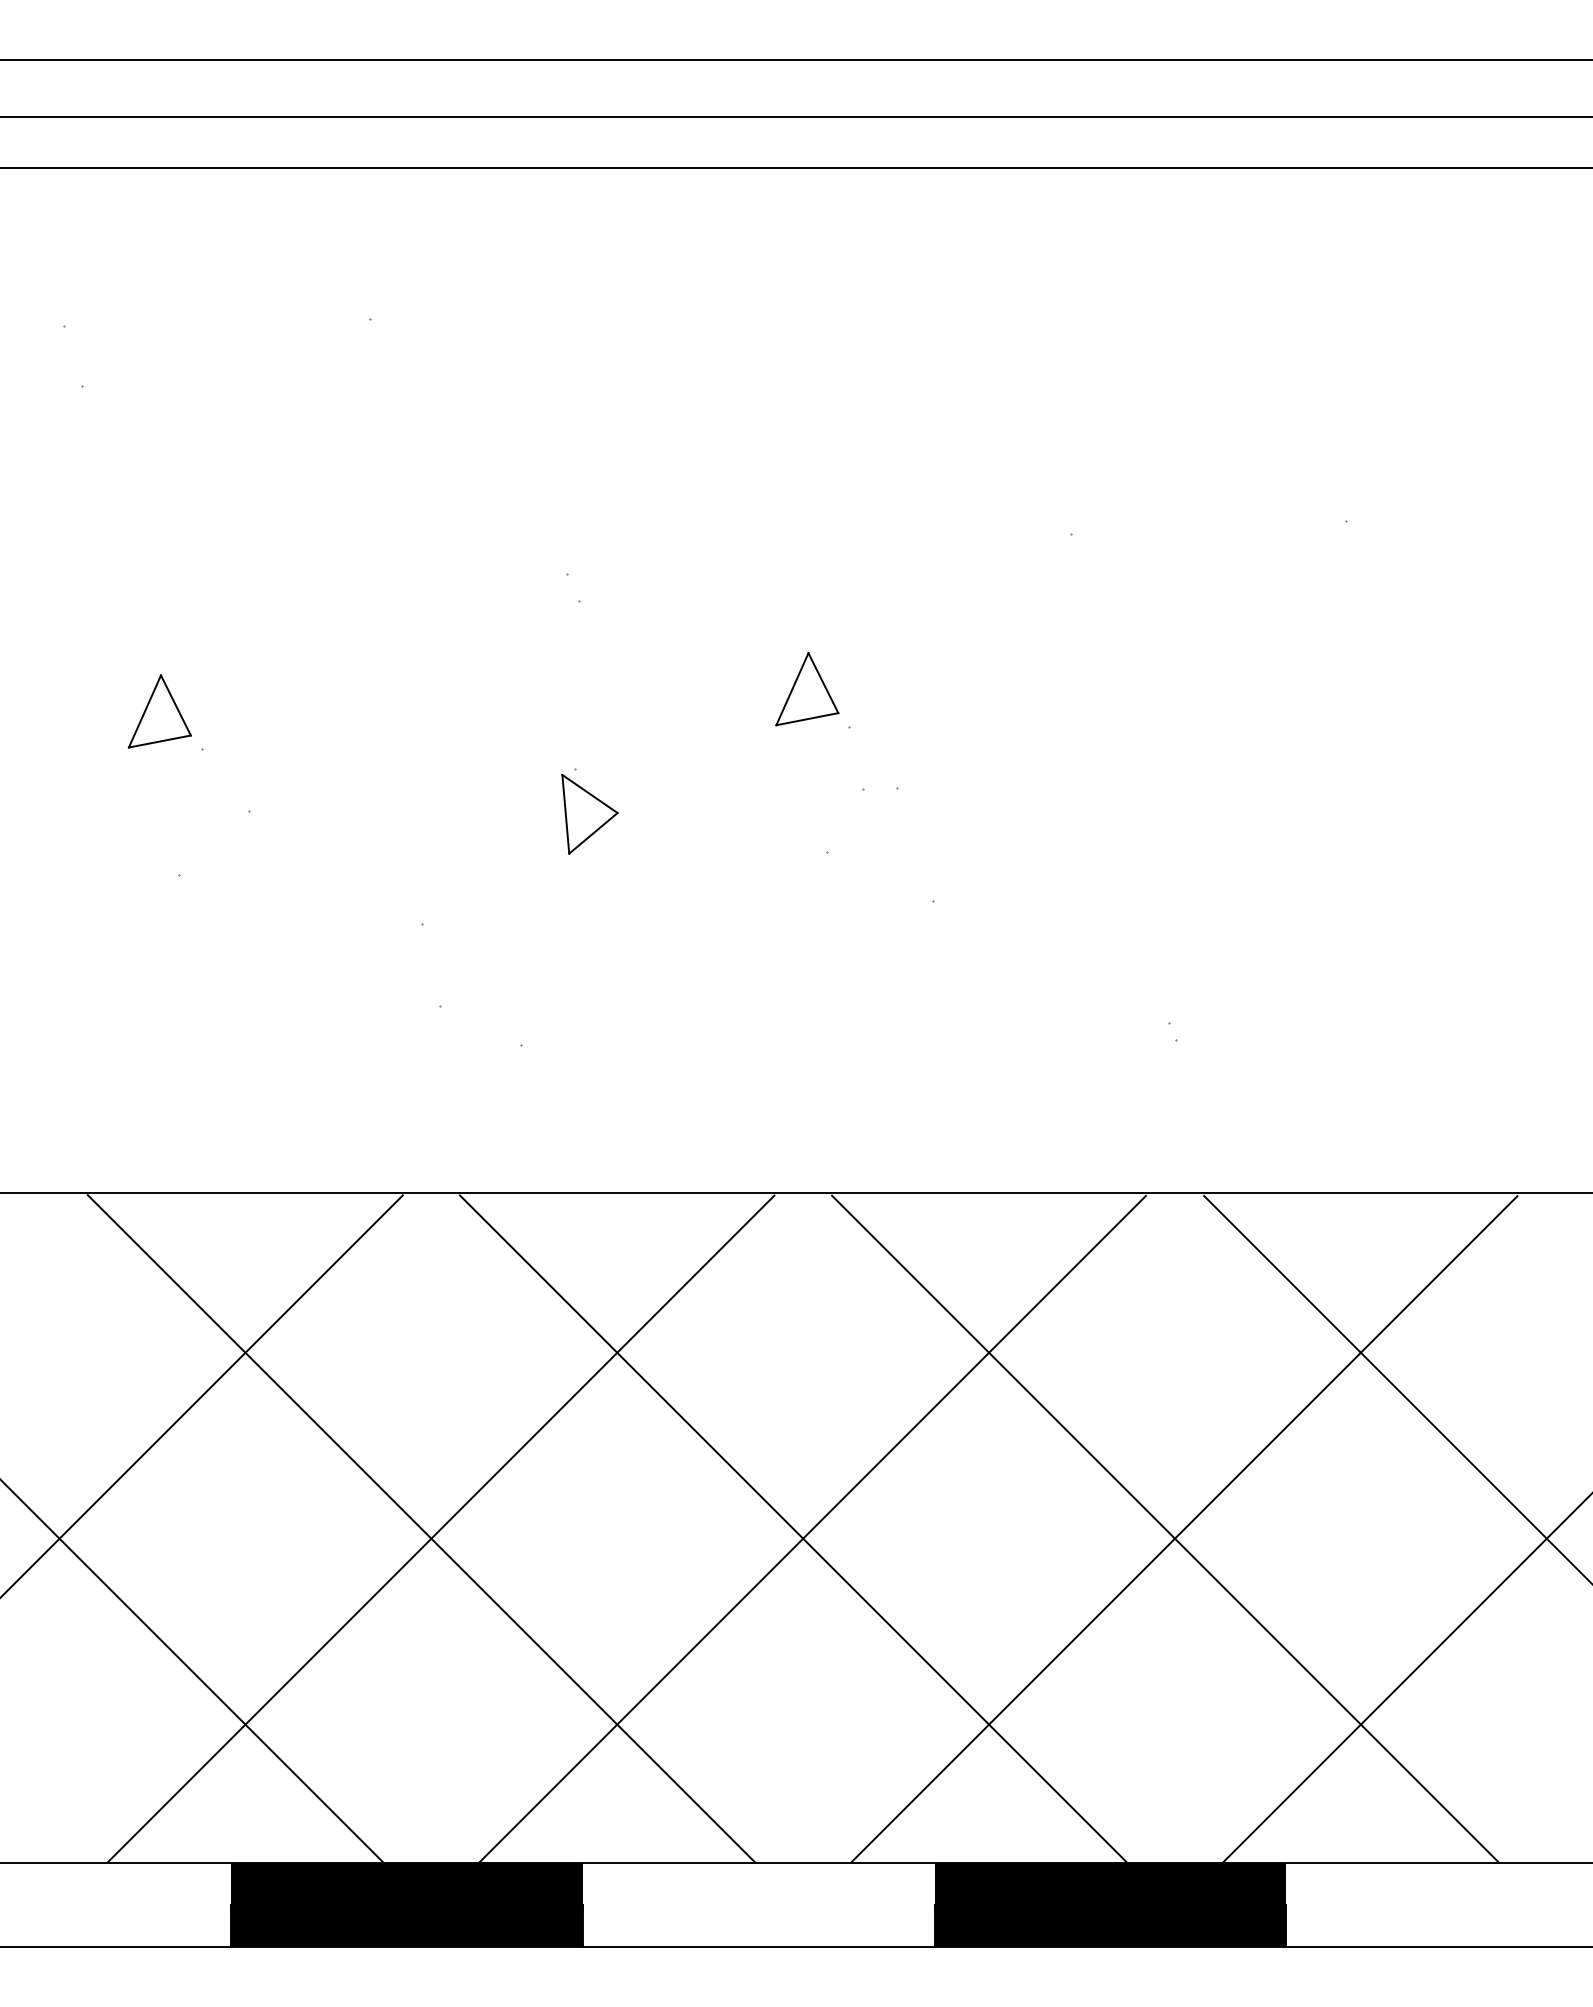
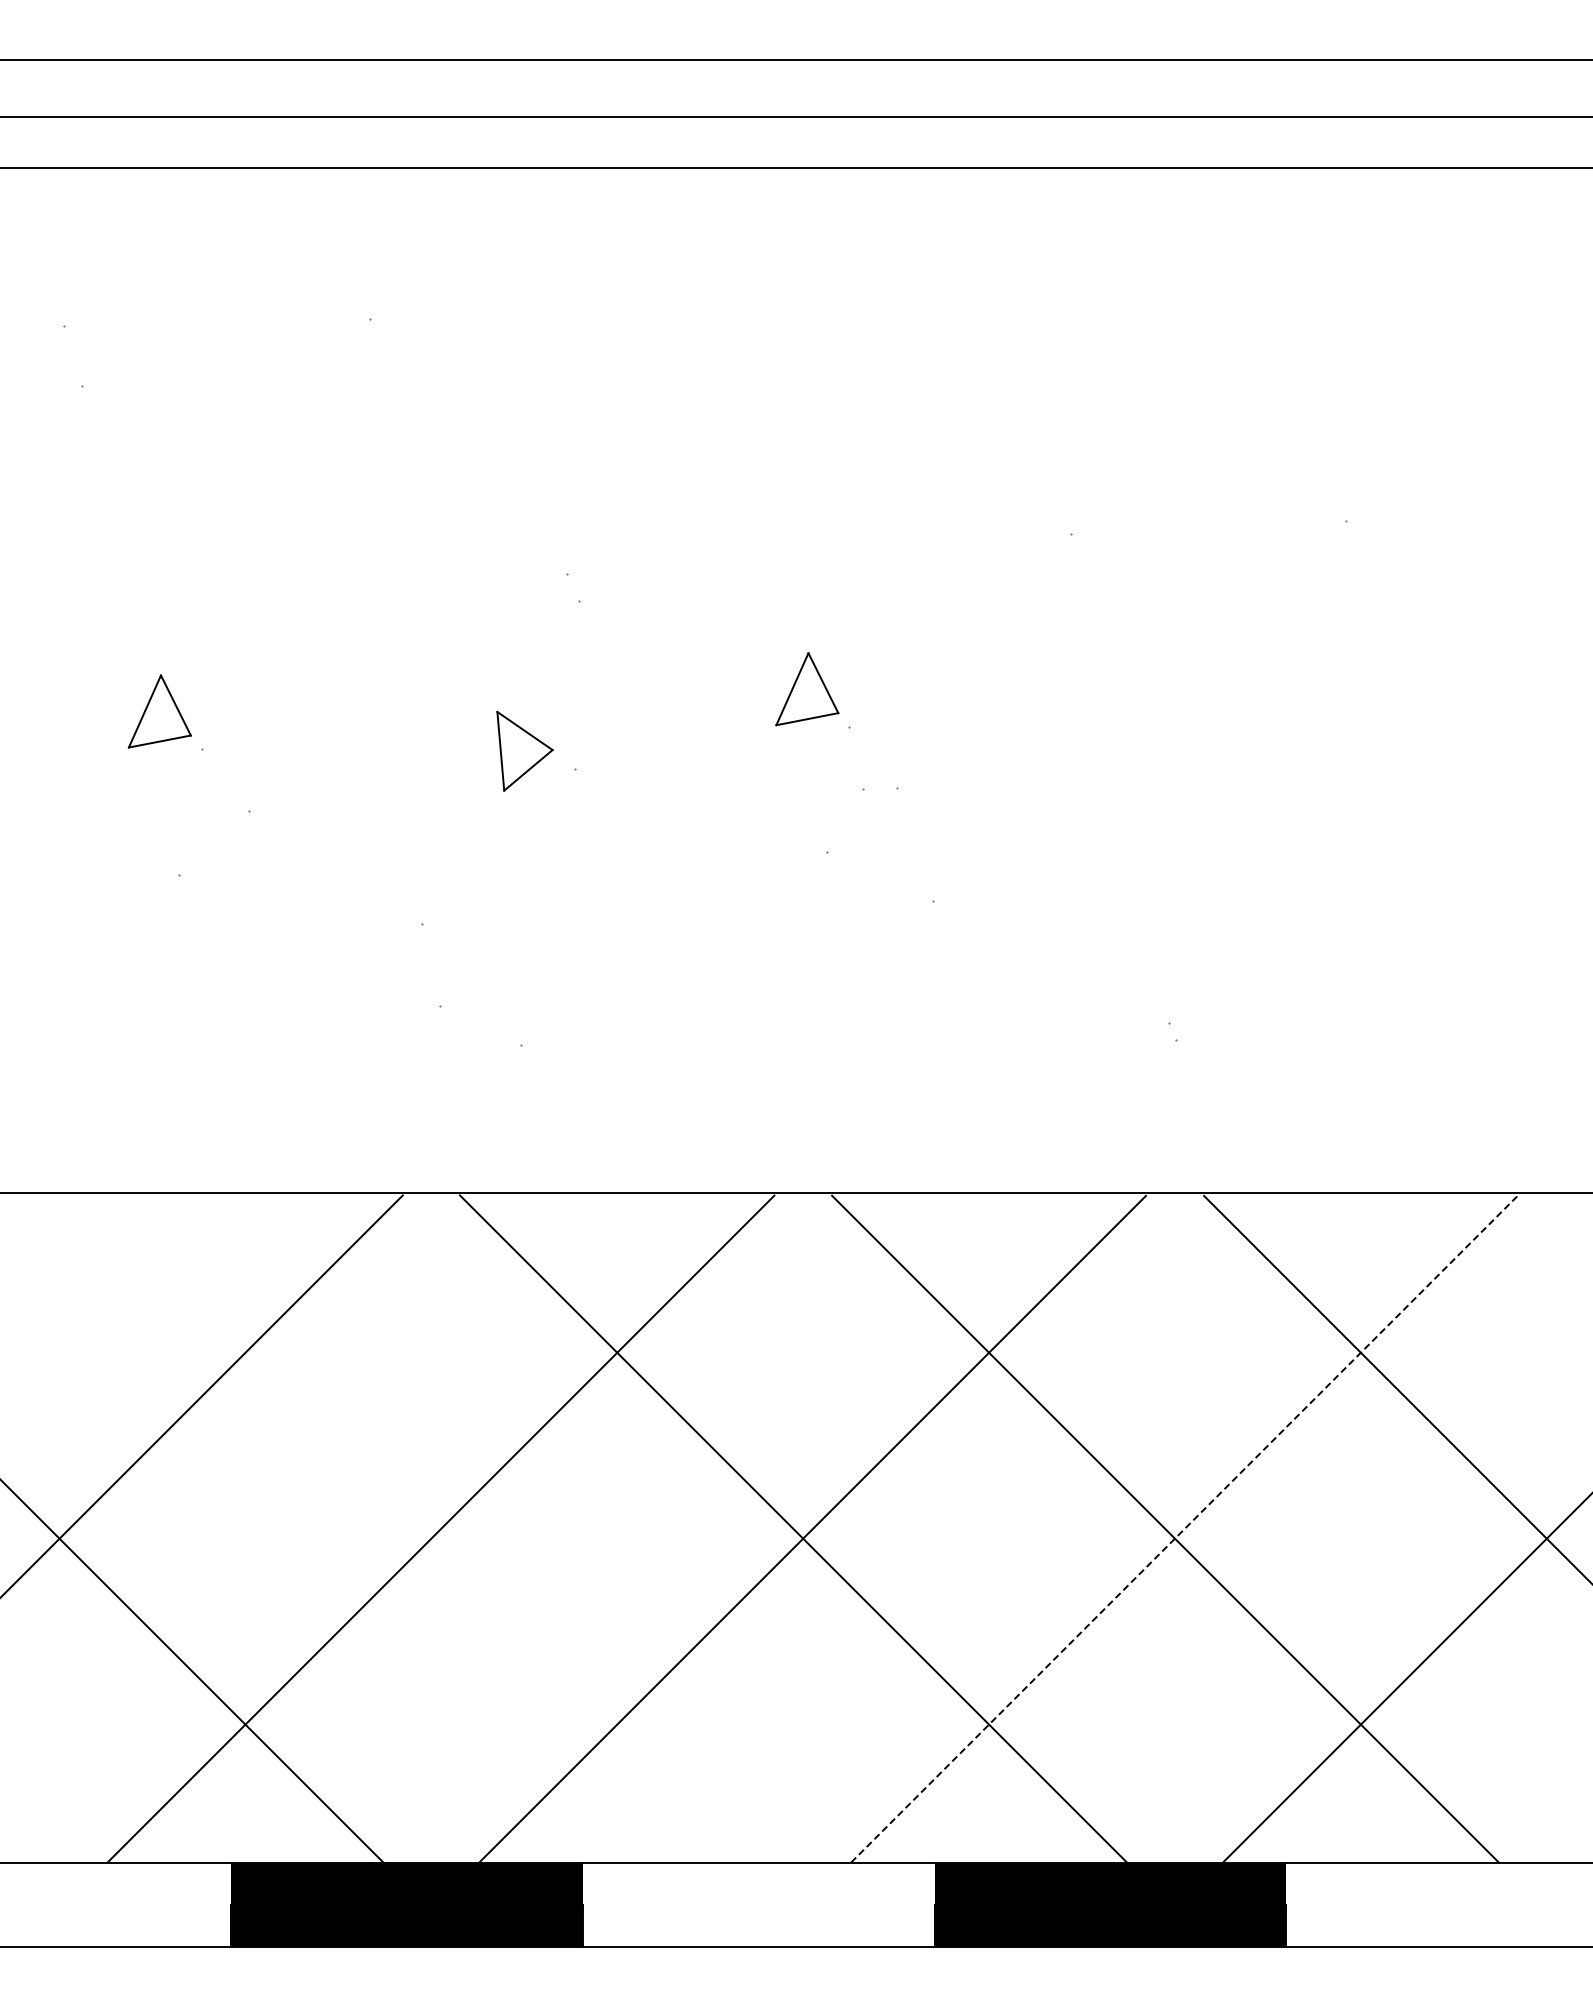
part at (589, 813) position: (589, 813) -> (524, 750)
line at (421, 1528): present -> none
line at (1184, 1529): solid -> dashed
